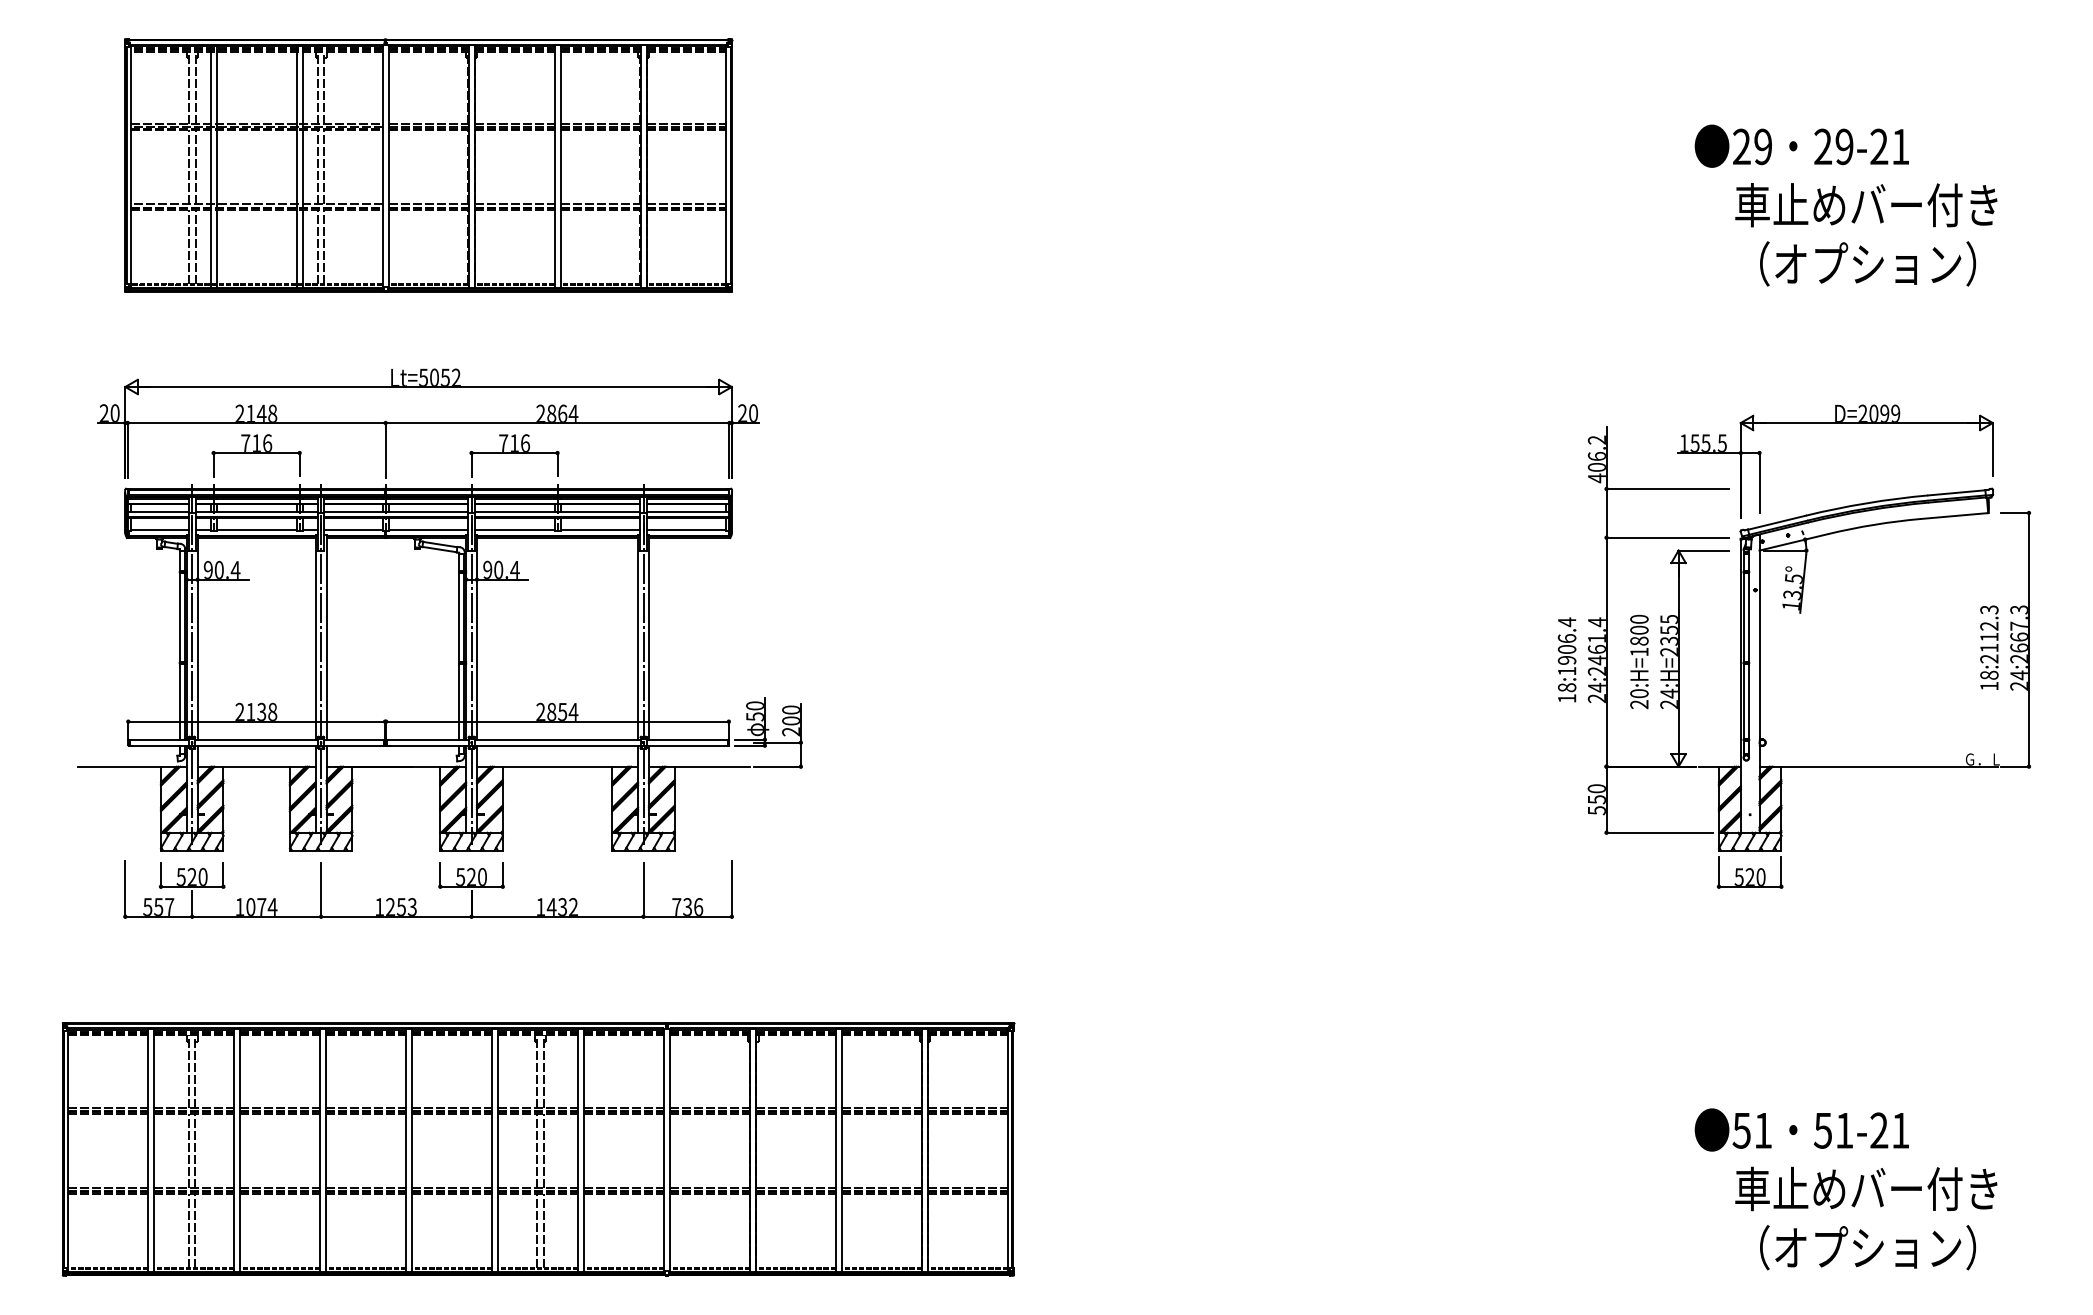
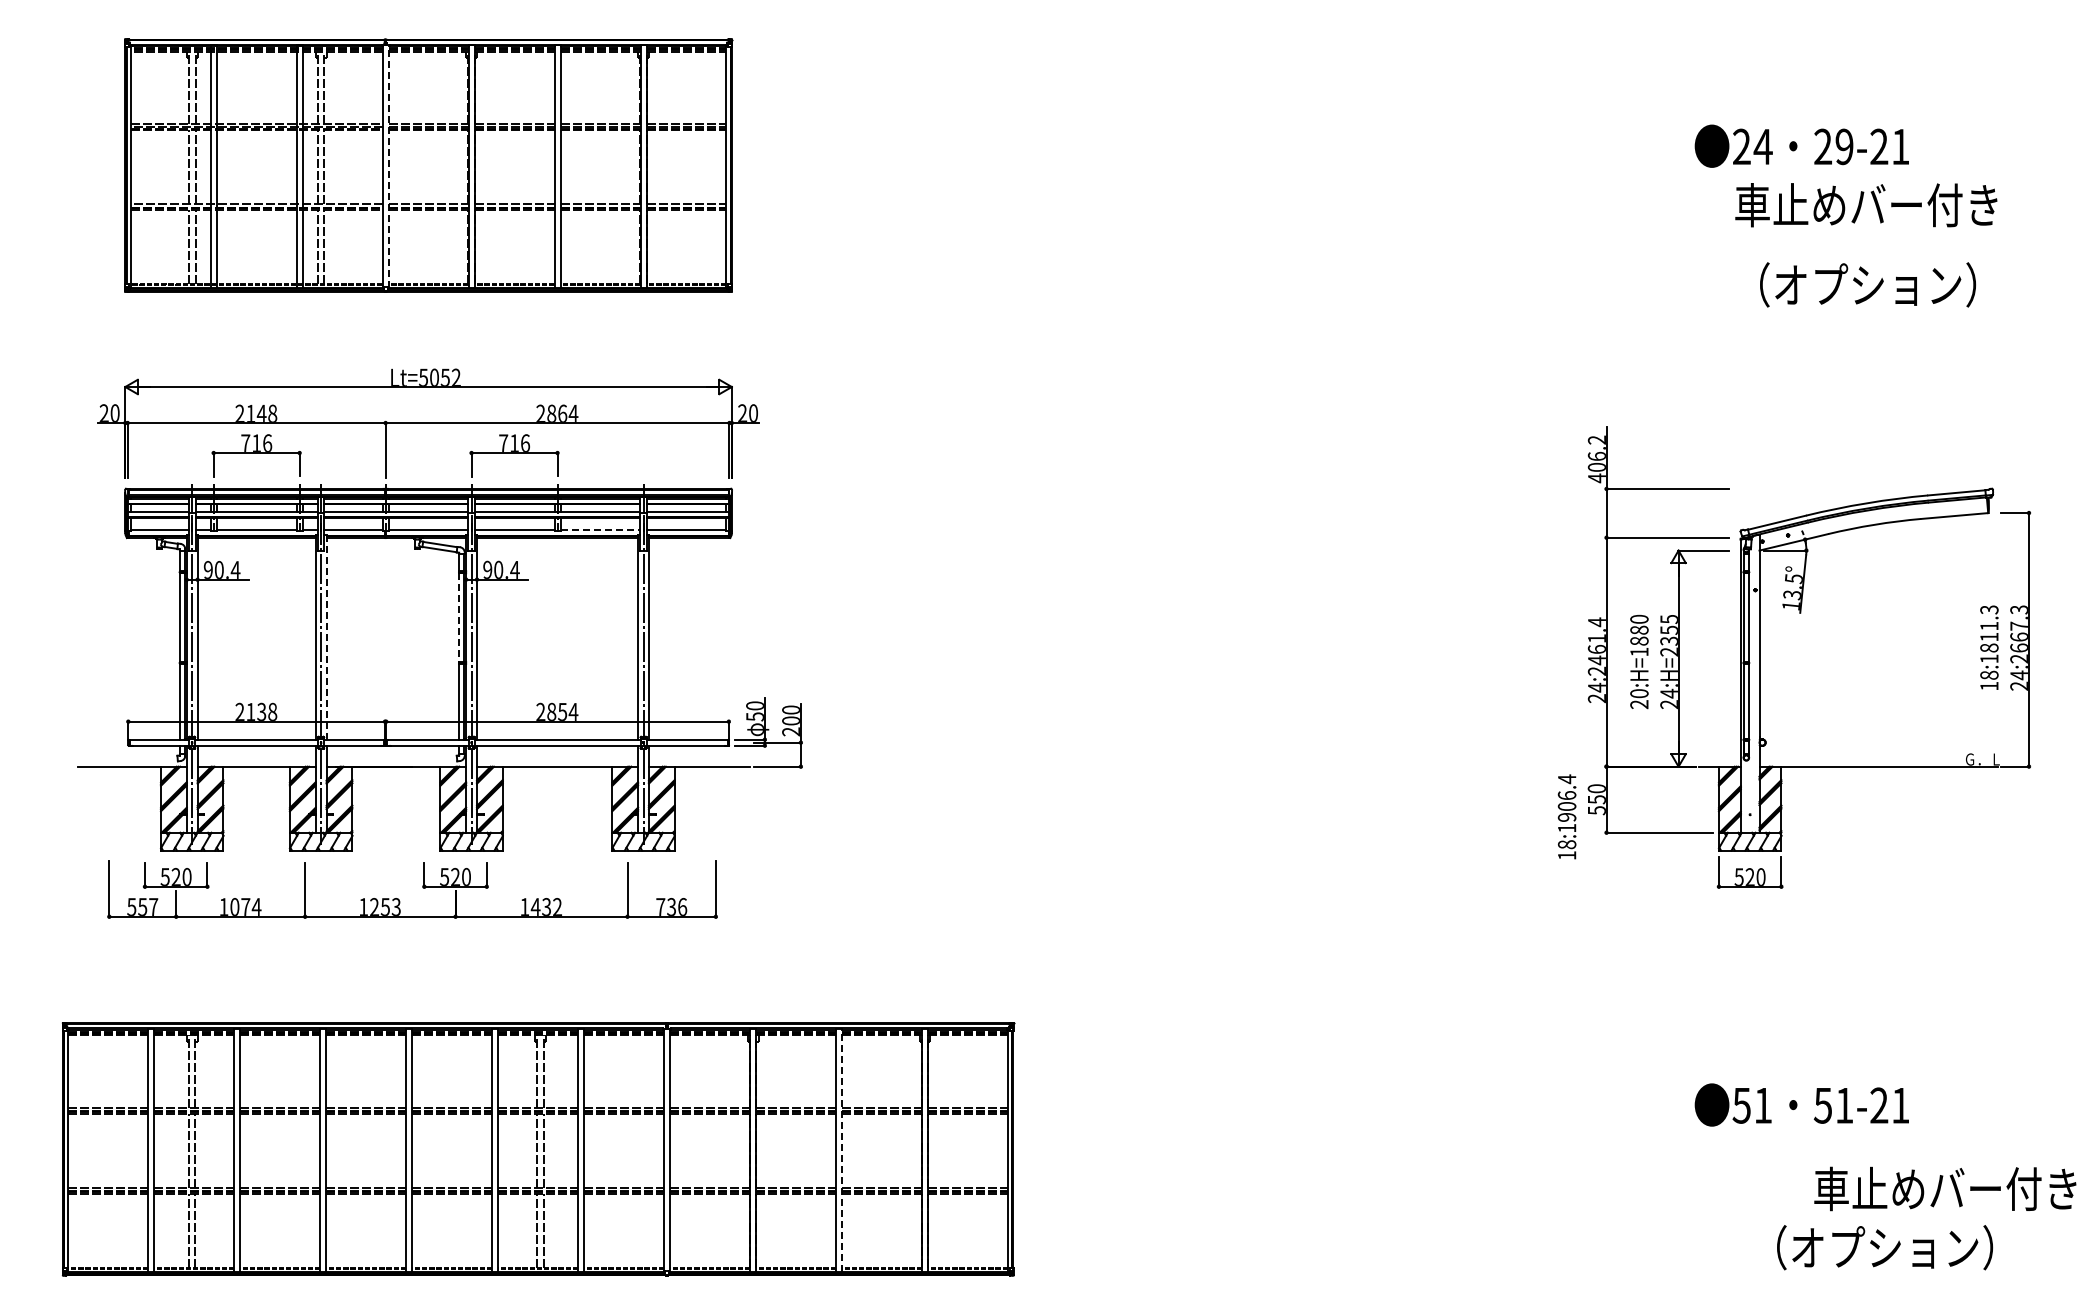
text at (1762, 146): 29 -> 24
line at (388, 166): solid -> dashed
text at (1867, 263) position: (1867, 263) -> (1867, 284)
part at (1835, 423): present -> none
line at (600, 530): solid -> dashed
line at (459, 617): solid -> dashed
text at (1639, 629): 20:H=1800 -> 20:H=1880
line at (326, 638): solid -> dashed
text at (1989, 642): 18:2112.3 -> 18:1811.3
text at (1566, 659) position: (1566, 659) -> (1566, 816)
part at (438, 887) position: (438, 887) -> (422, 887)
text at (1801, 1129) position: (1801, 1129) -> (1801, 1104)
line at (842, 1150): solid -> dashed
text at (1866, 1188) position: (1866, 1188) -> (1945, 1188)
text at (1867, 1247) position: (1867, 1247) -> (1884, 1247)
